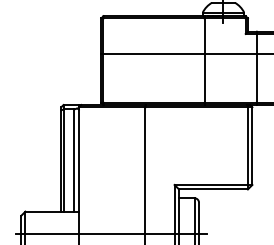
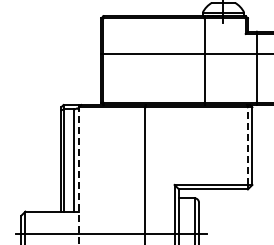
line at (247, 146): solid -> dashed
line at (79, 175): solid -> dashed
